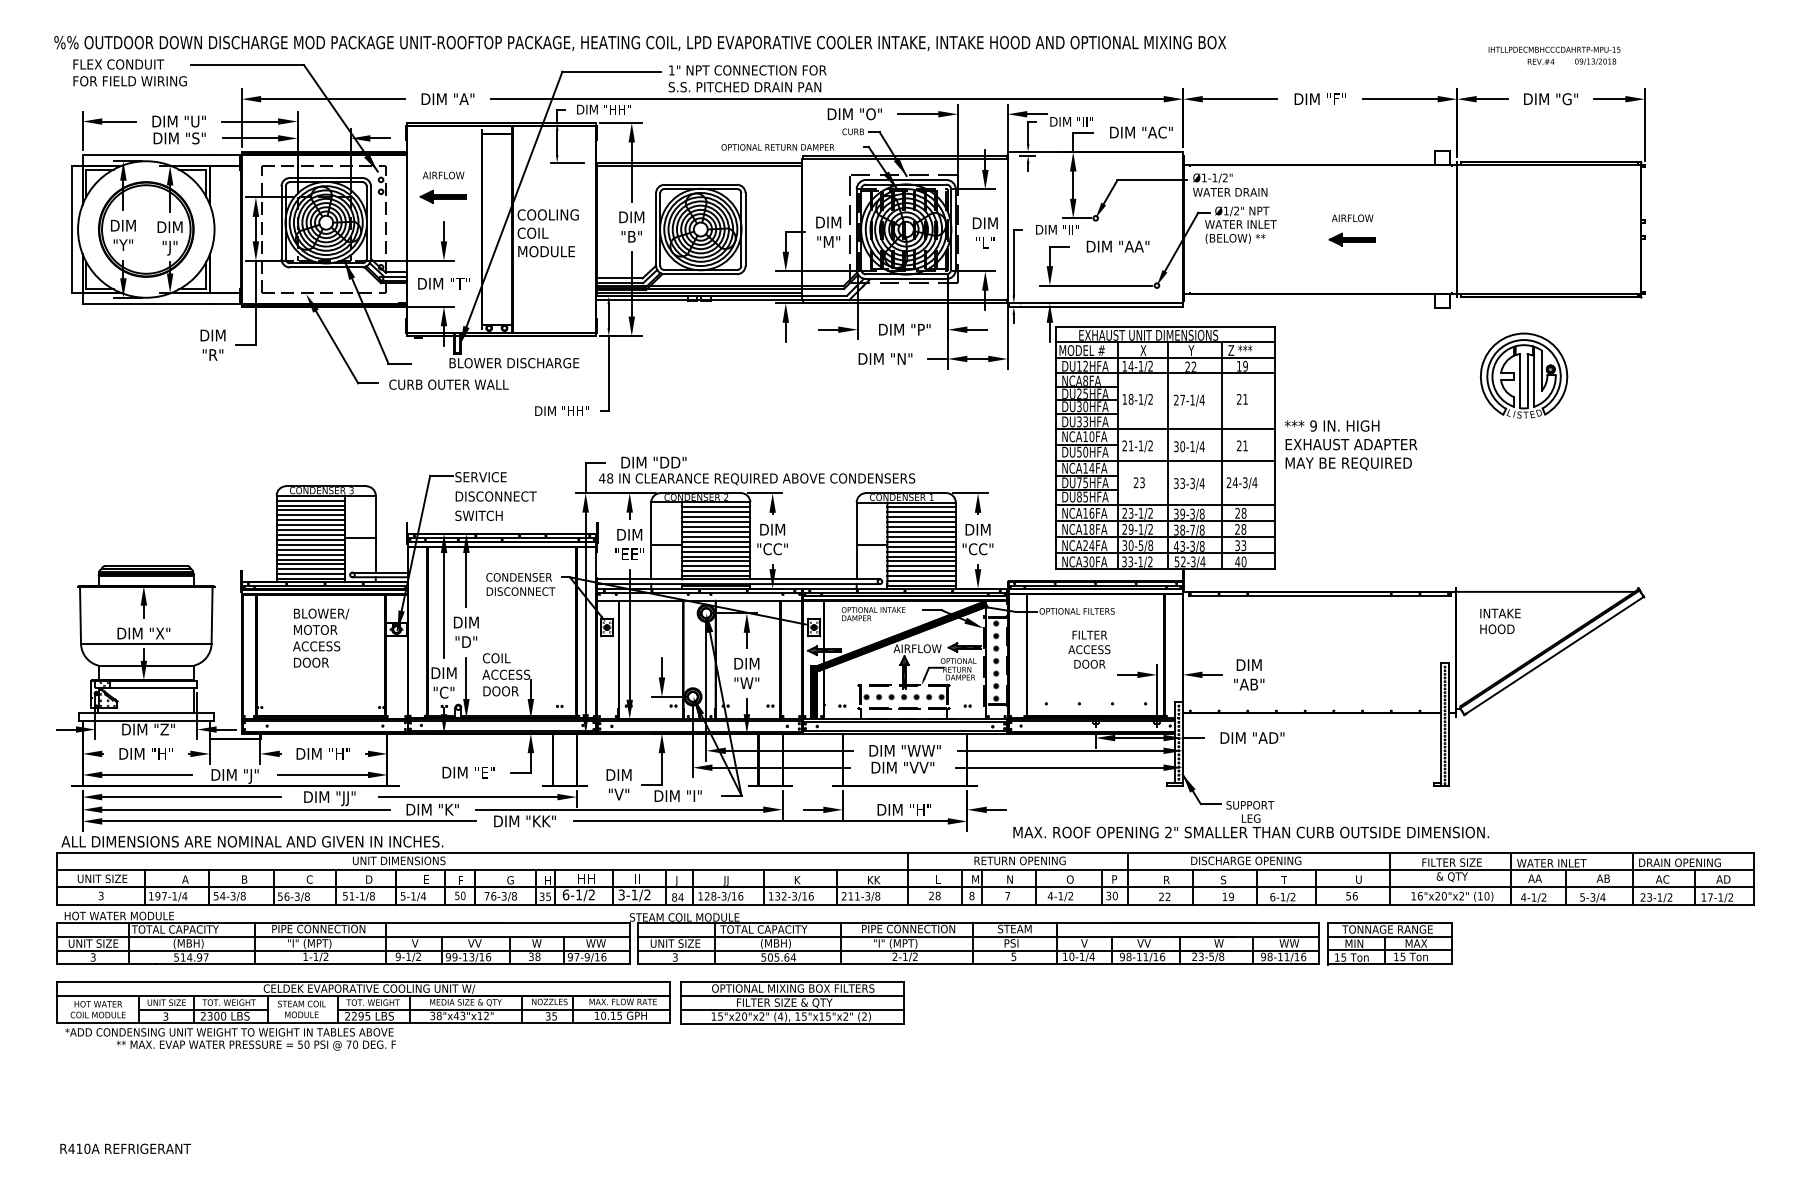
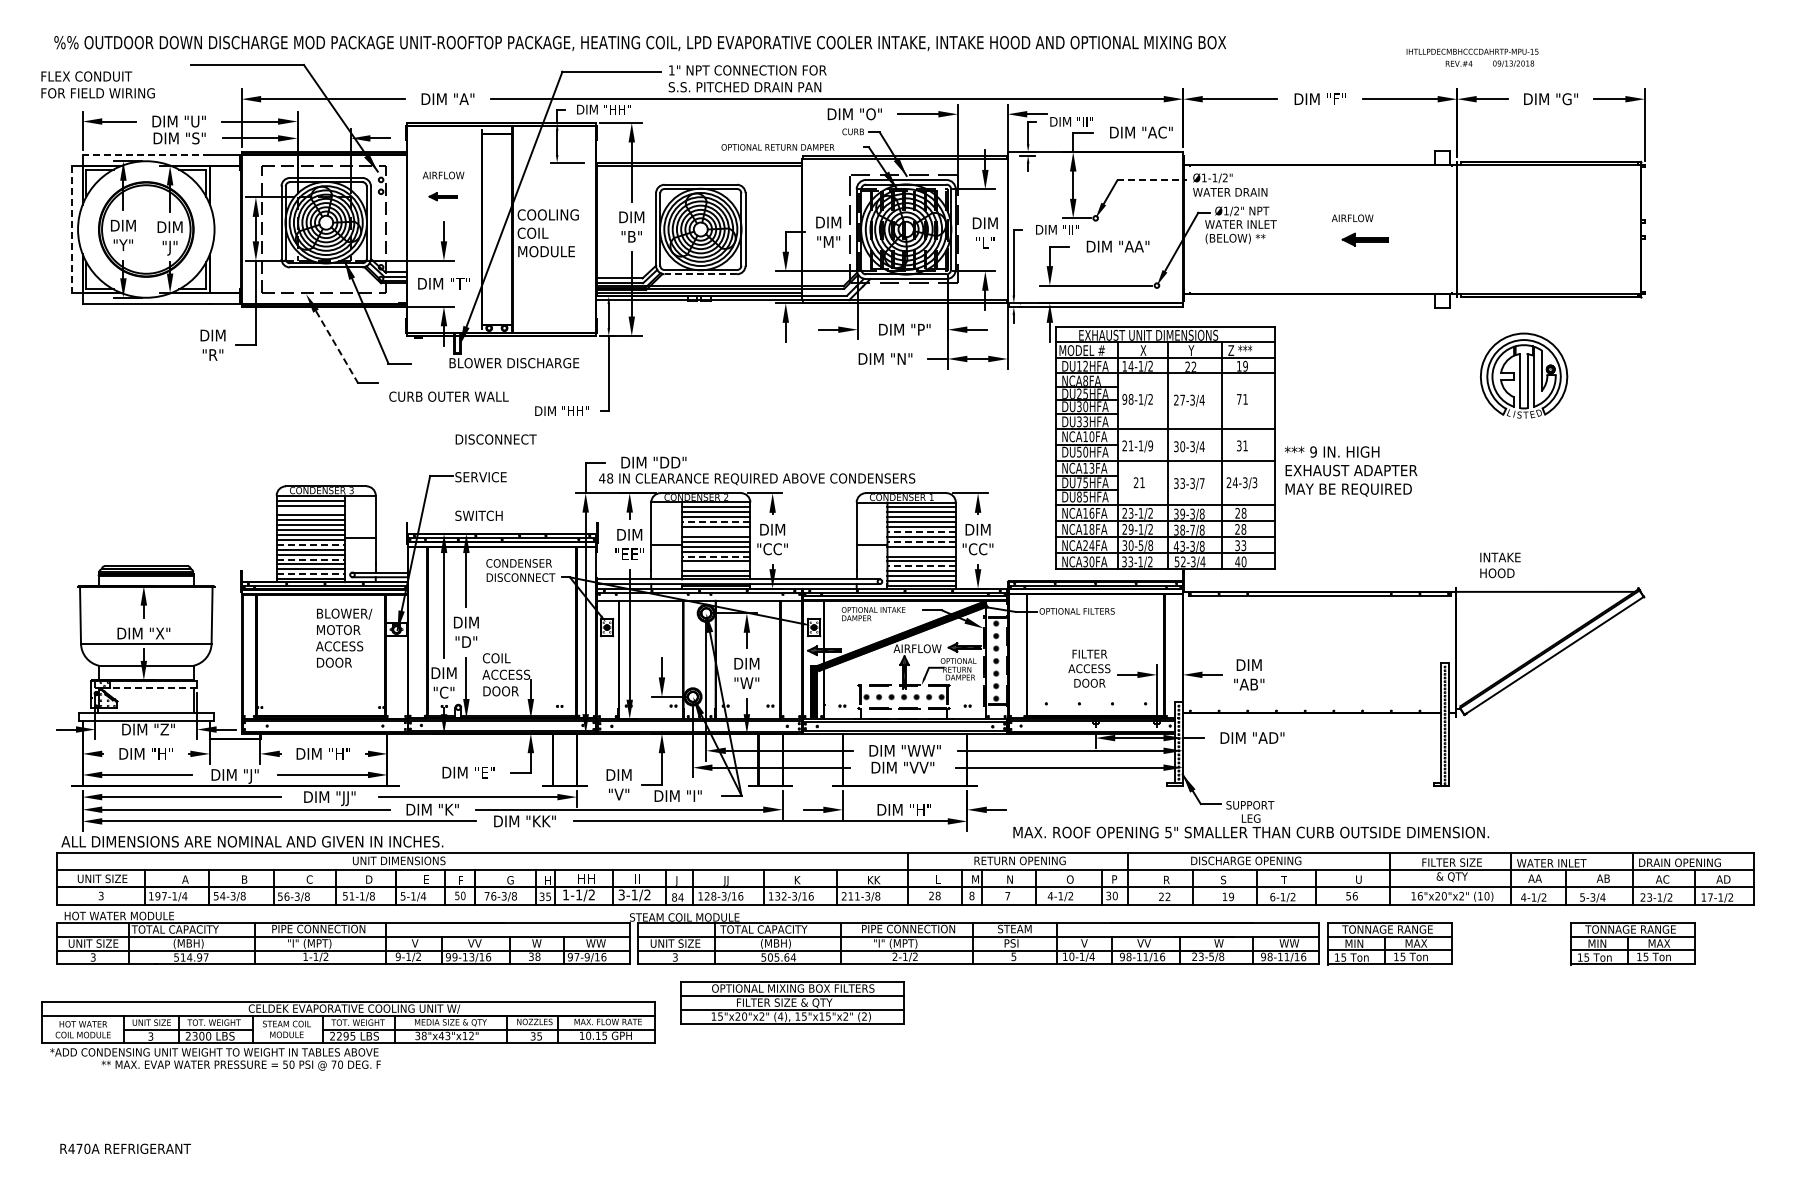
text at (1554, 55) position: (1554, 55) -> (1472, 57)
text at (129, 72) position: (129, 72) -> (97, 84)
line at (146, 154): solid -> dashed
line at (1152, 180): solid -> dashed
part at (442, 196) size: 48x15 px -> 30x10 px
line at (71, 229): solid -> dashed
part at (1351, 239) position: (1351, 239) -> (1364, 239)
line at (700, 274): solid -> dashed
line at (337, 347): solid -> dashed
text at (448, 384) position: (448, 384) -> (448, 396)
text at (1124, 399): 18-1/2 -> 98-1/2
text at (1192, 399): 27-1/4 -> 27-3/4
text at (1238, 399): 21 -> 71
text at (1150, 445): 21-1/2 -> 21-1/9
text at (1350, 445) position: (1350, 445) -> (1350, 471)
text at (1192, 446): 30-1/4 -> 30-3/4
text at (1239, 446): 21 -> 31
text at (1091, 467): NCA14FA -> NCA13FA
text at (1142, 482): 23 -> 21
text at (1254, 482): 24-3/4 -> 24-3/3
text at (1201, 483): 33-3/4 -> 33-3/7
text at (495, 496) position: (495, 496) -> (495, 439)
line at (310, 510): present -> none
line at (715, 522): solid -> dashed
line at (716, 531): present -> none
line at (921, 531): solid -> dashed
line at (921, 541): solid -> dashed
line at (311, 544): solid -> dashed
line at (921, 551): present -> none
line at (715, 556): solid -> dashed
line at (311, 559): solid -> dashed
line at (716, 566): present -> none
line at (921, 566): solid -> dashed
line at (311, 574): solid -> dashed
text at (520, 584) position: (520, 584) -> (520, 570)
text at (1500, 621) position: (1500, 621) -> (1500, 565)
text at (321, 637) position: (321, 637) -> (344, 637)
text at (1089, 649) position: (1089, 649) -> (1089, 668)
line at (153, 688): solid -> dashed
text at (1168, 832): 2" -> 5"
text at (565, 894): 6-1/2 -> 1-1/2
part at (1632, 943): none -> present
part at (363, 1015) position: (363, 1015) -> (348, 1035)
text at (79, 1148): R410A -> R470A
